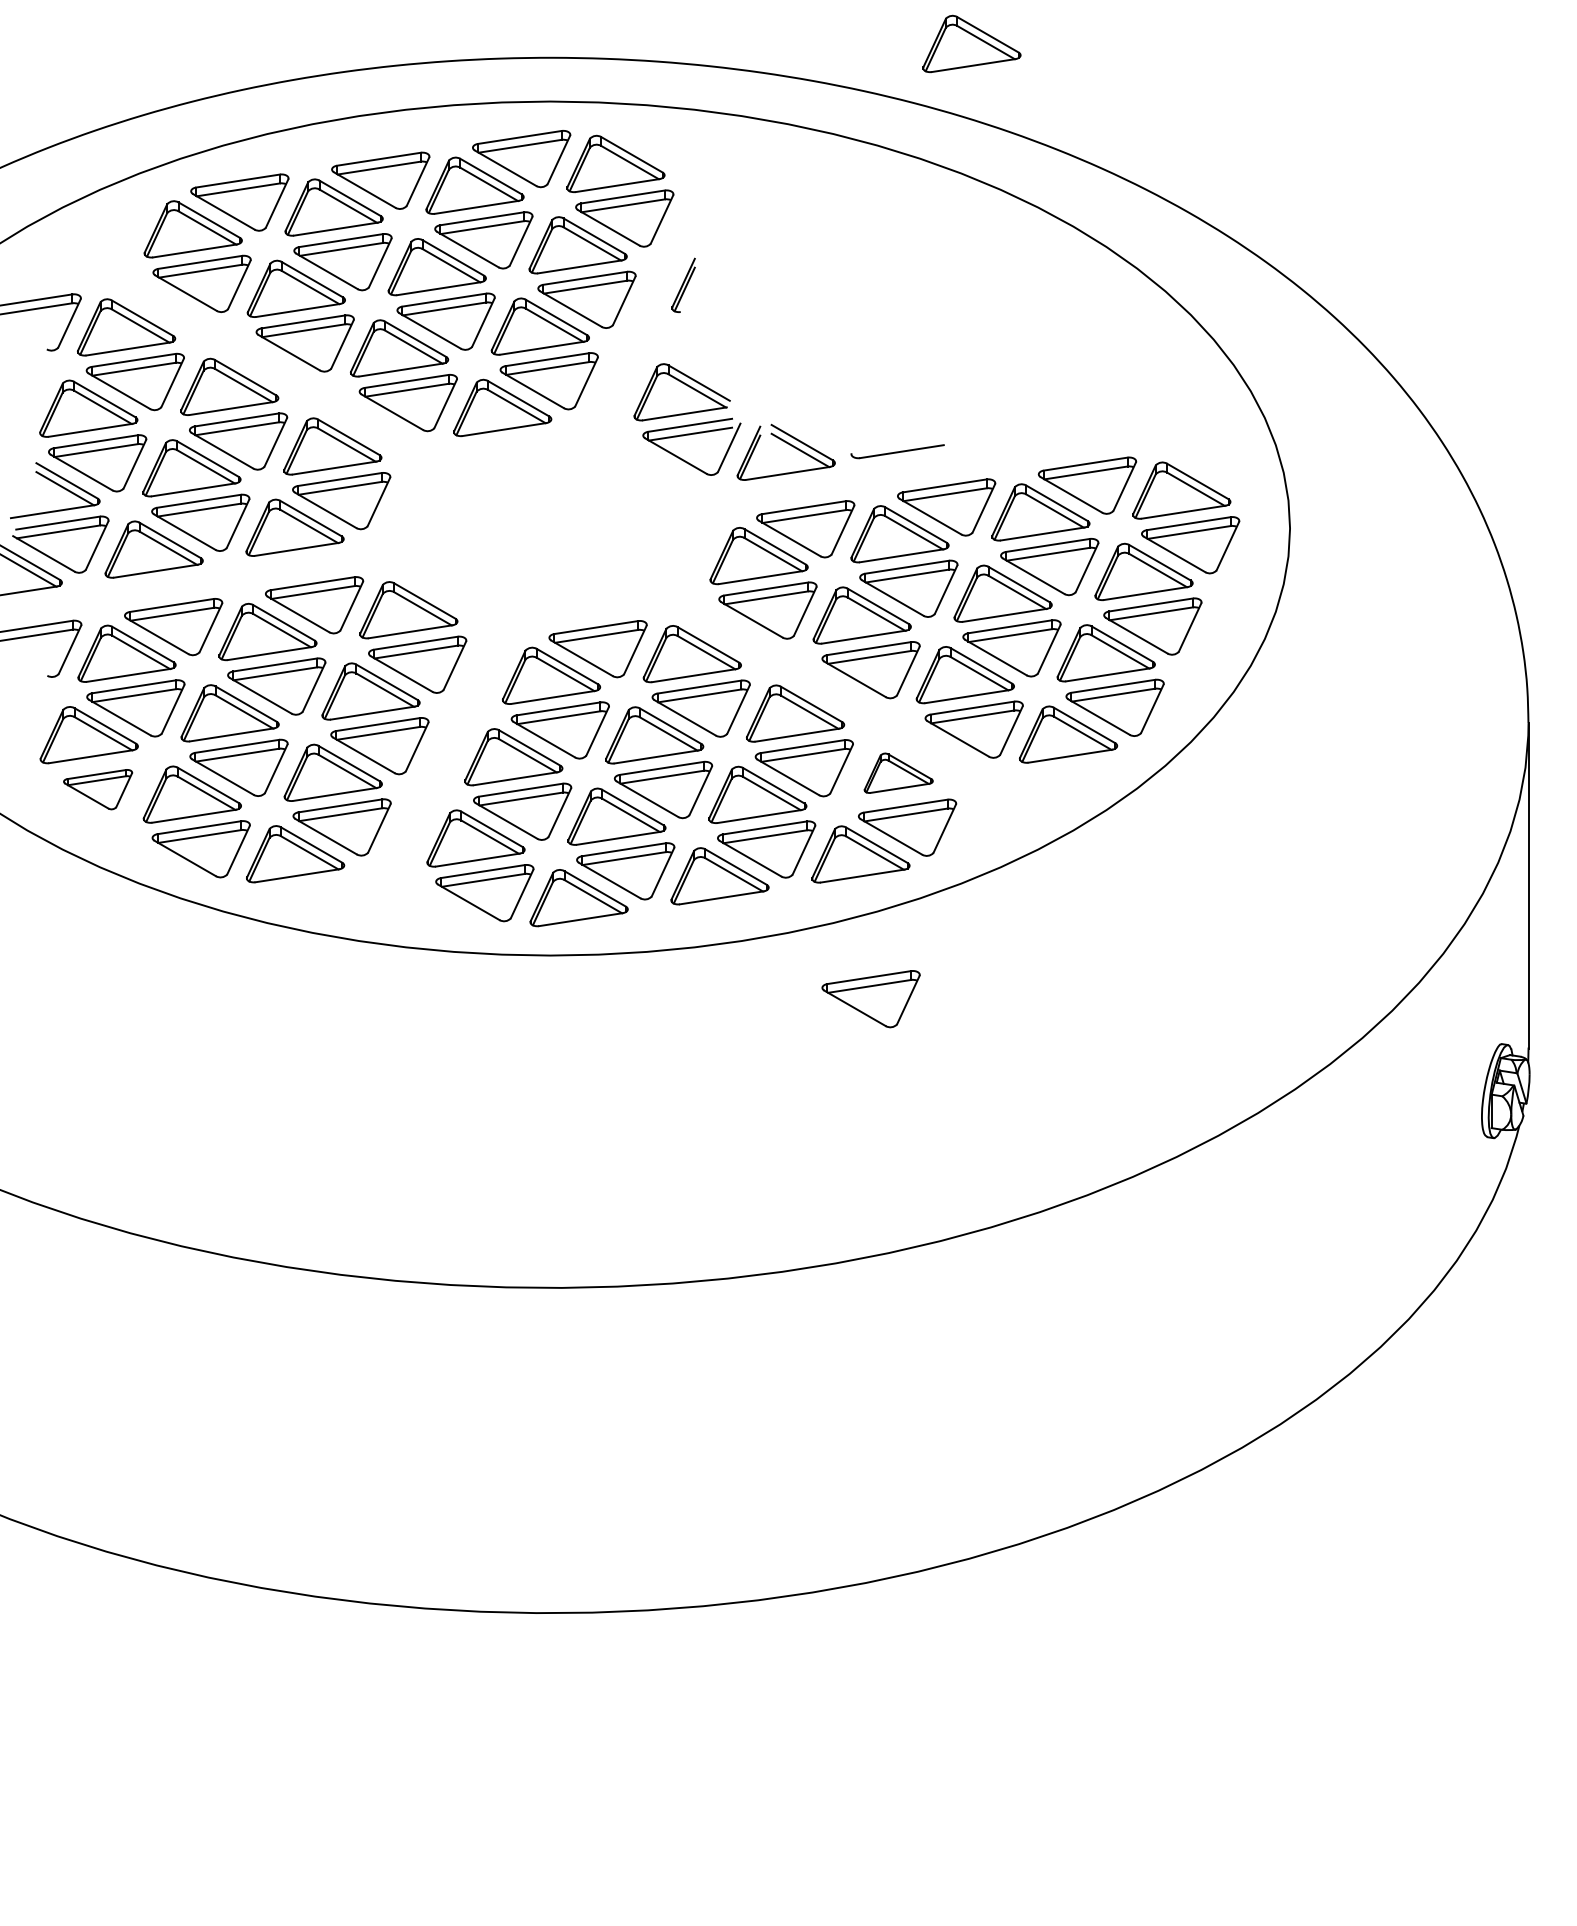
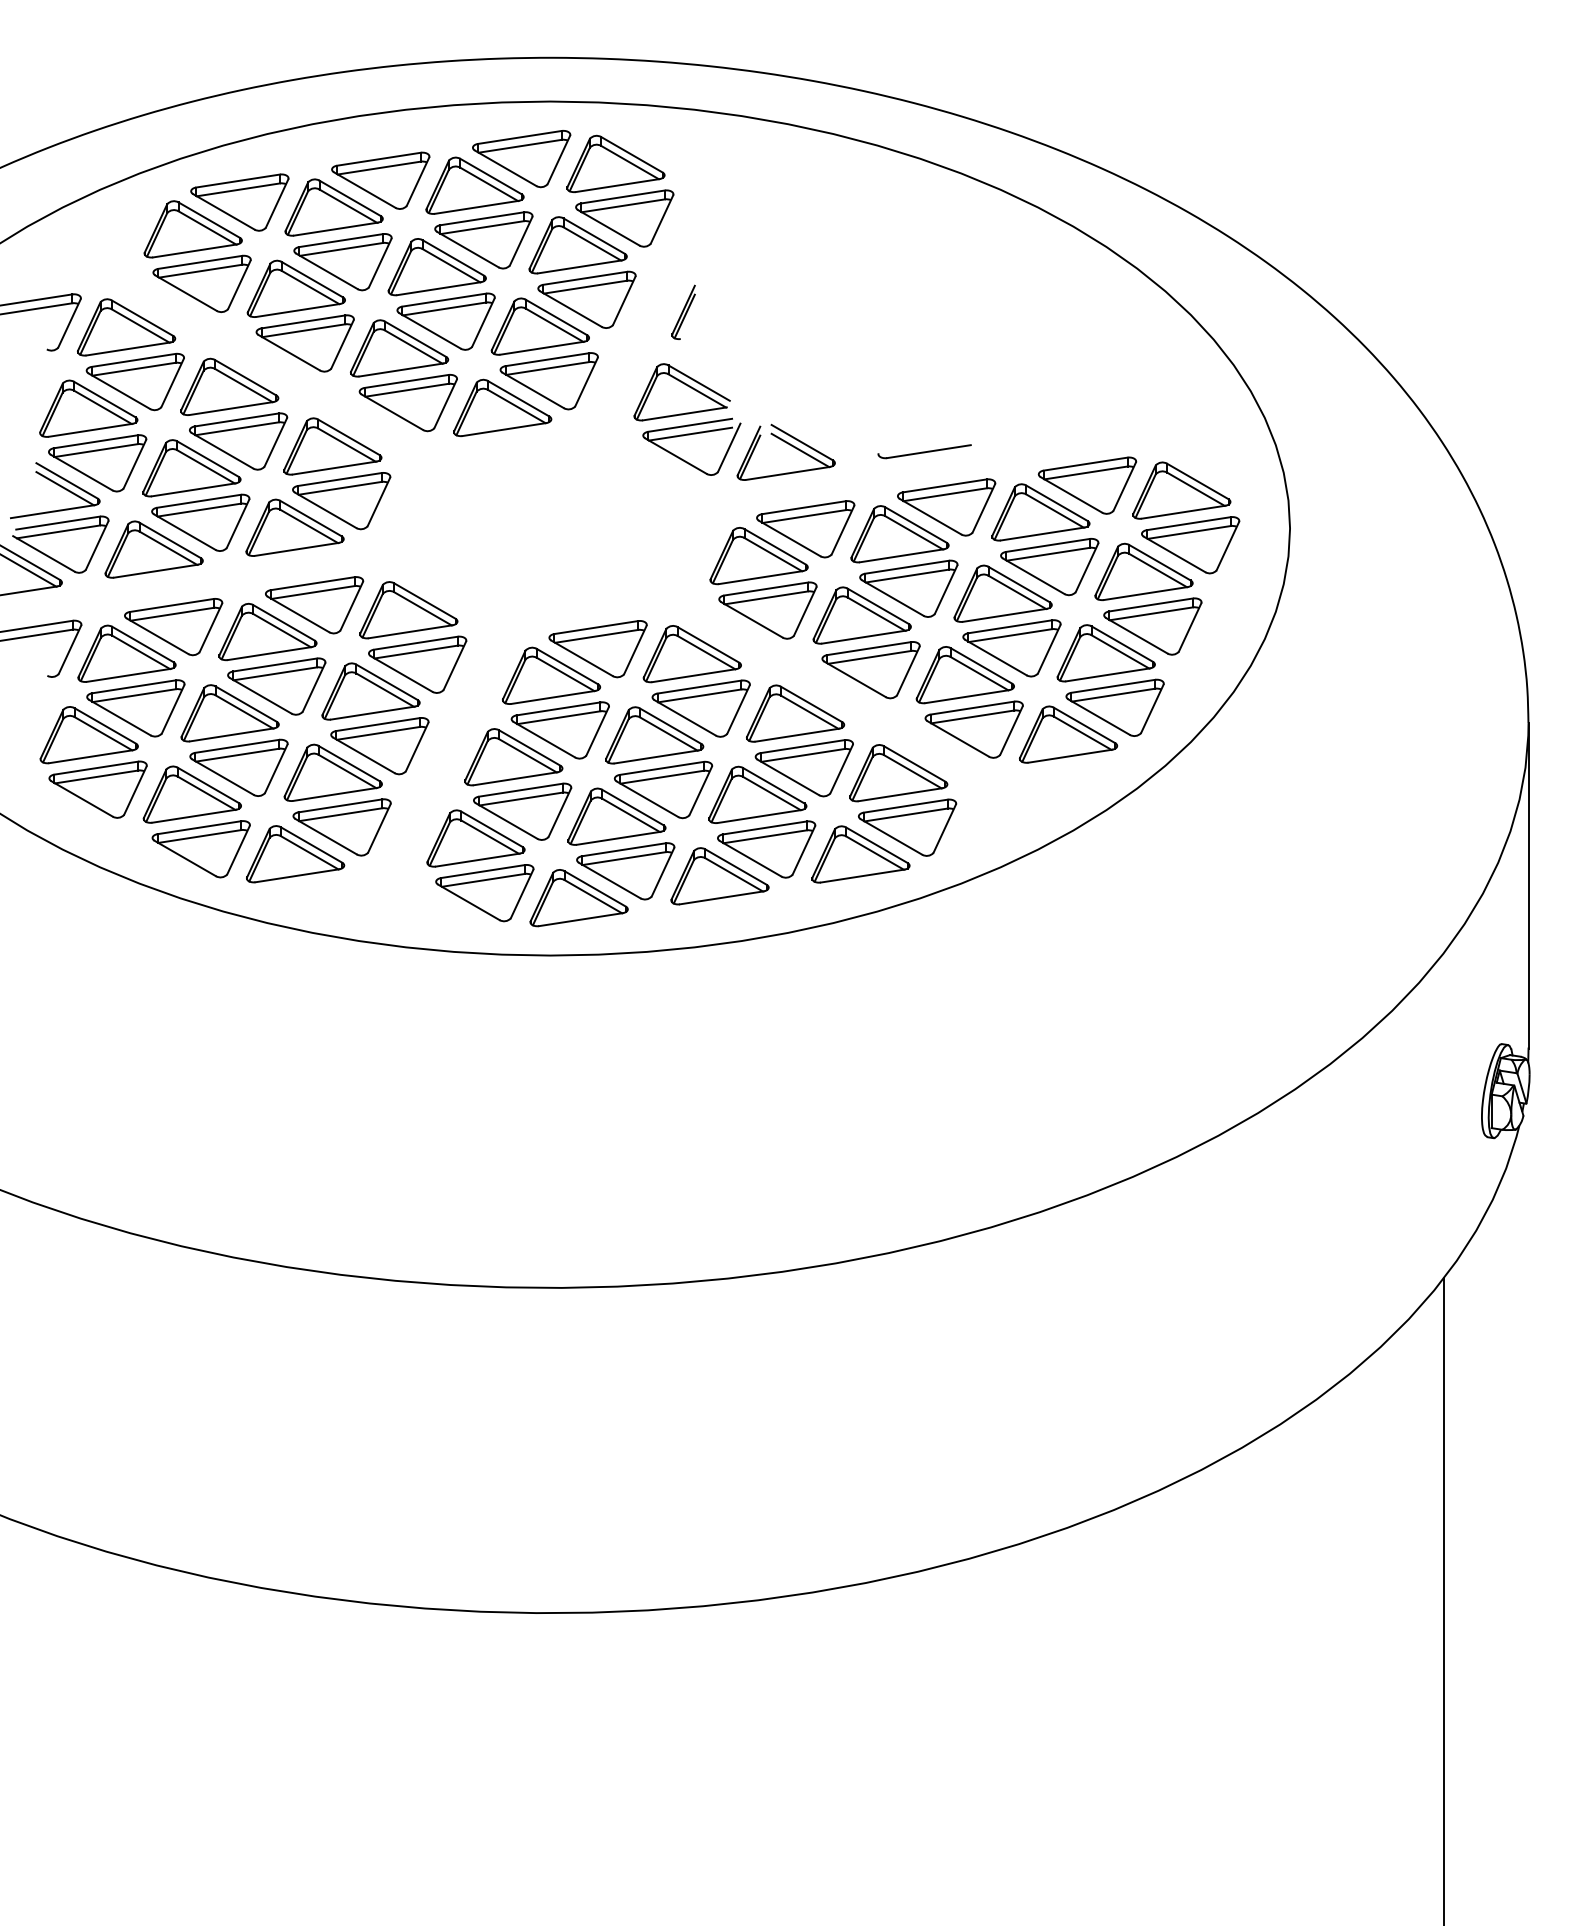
part at (971, 43): present -> none
part at (683, 284) position: (683, 284) -> (683, 311)
part at (897, 451) position: (897, 451) -> (924, 451)
part at (898, 772) size: 71x42 px -> 100x59 px
part at (98, 789) size: 71x42 px -> 100x59 px
part at (870, 999): present -> none
line at (1444, 1599): none -> present
